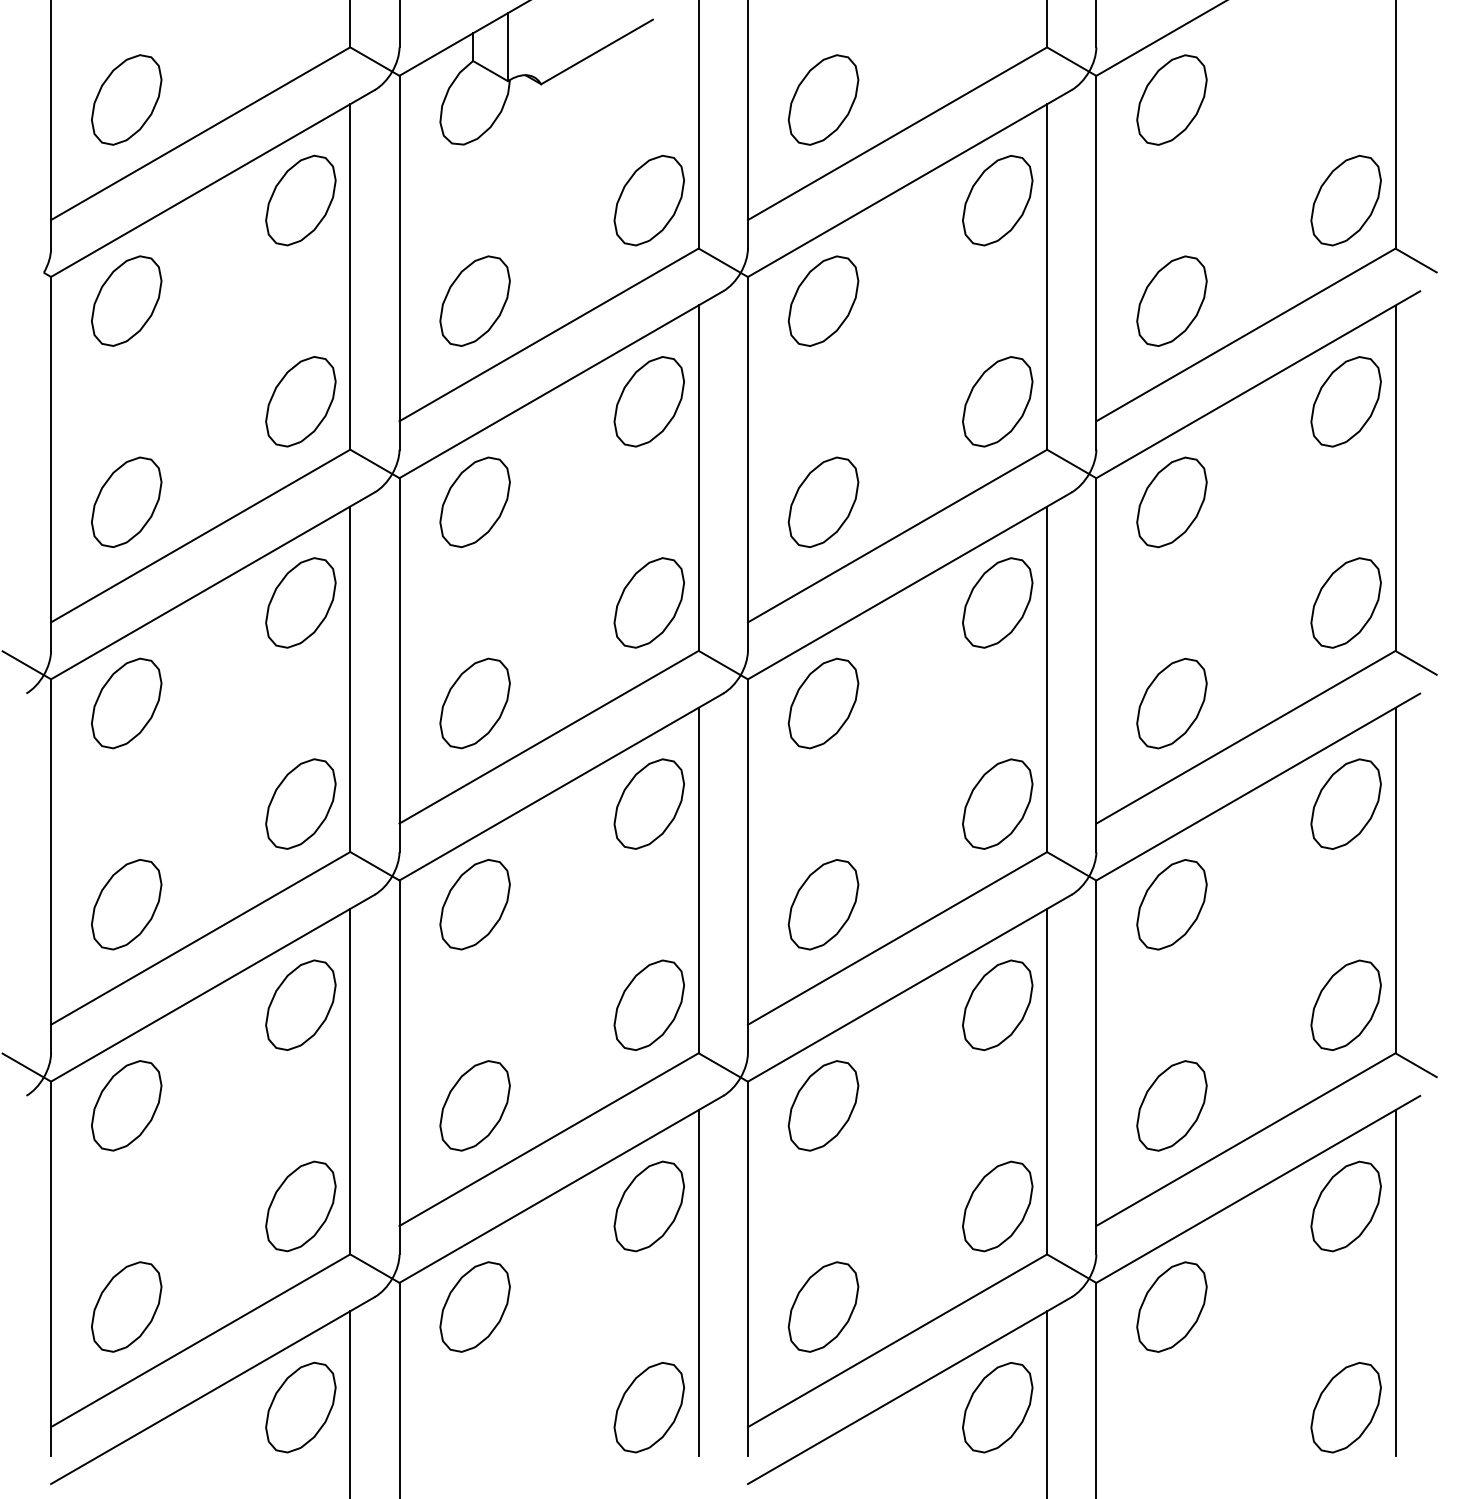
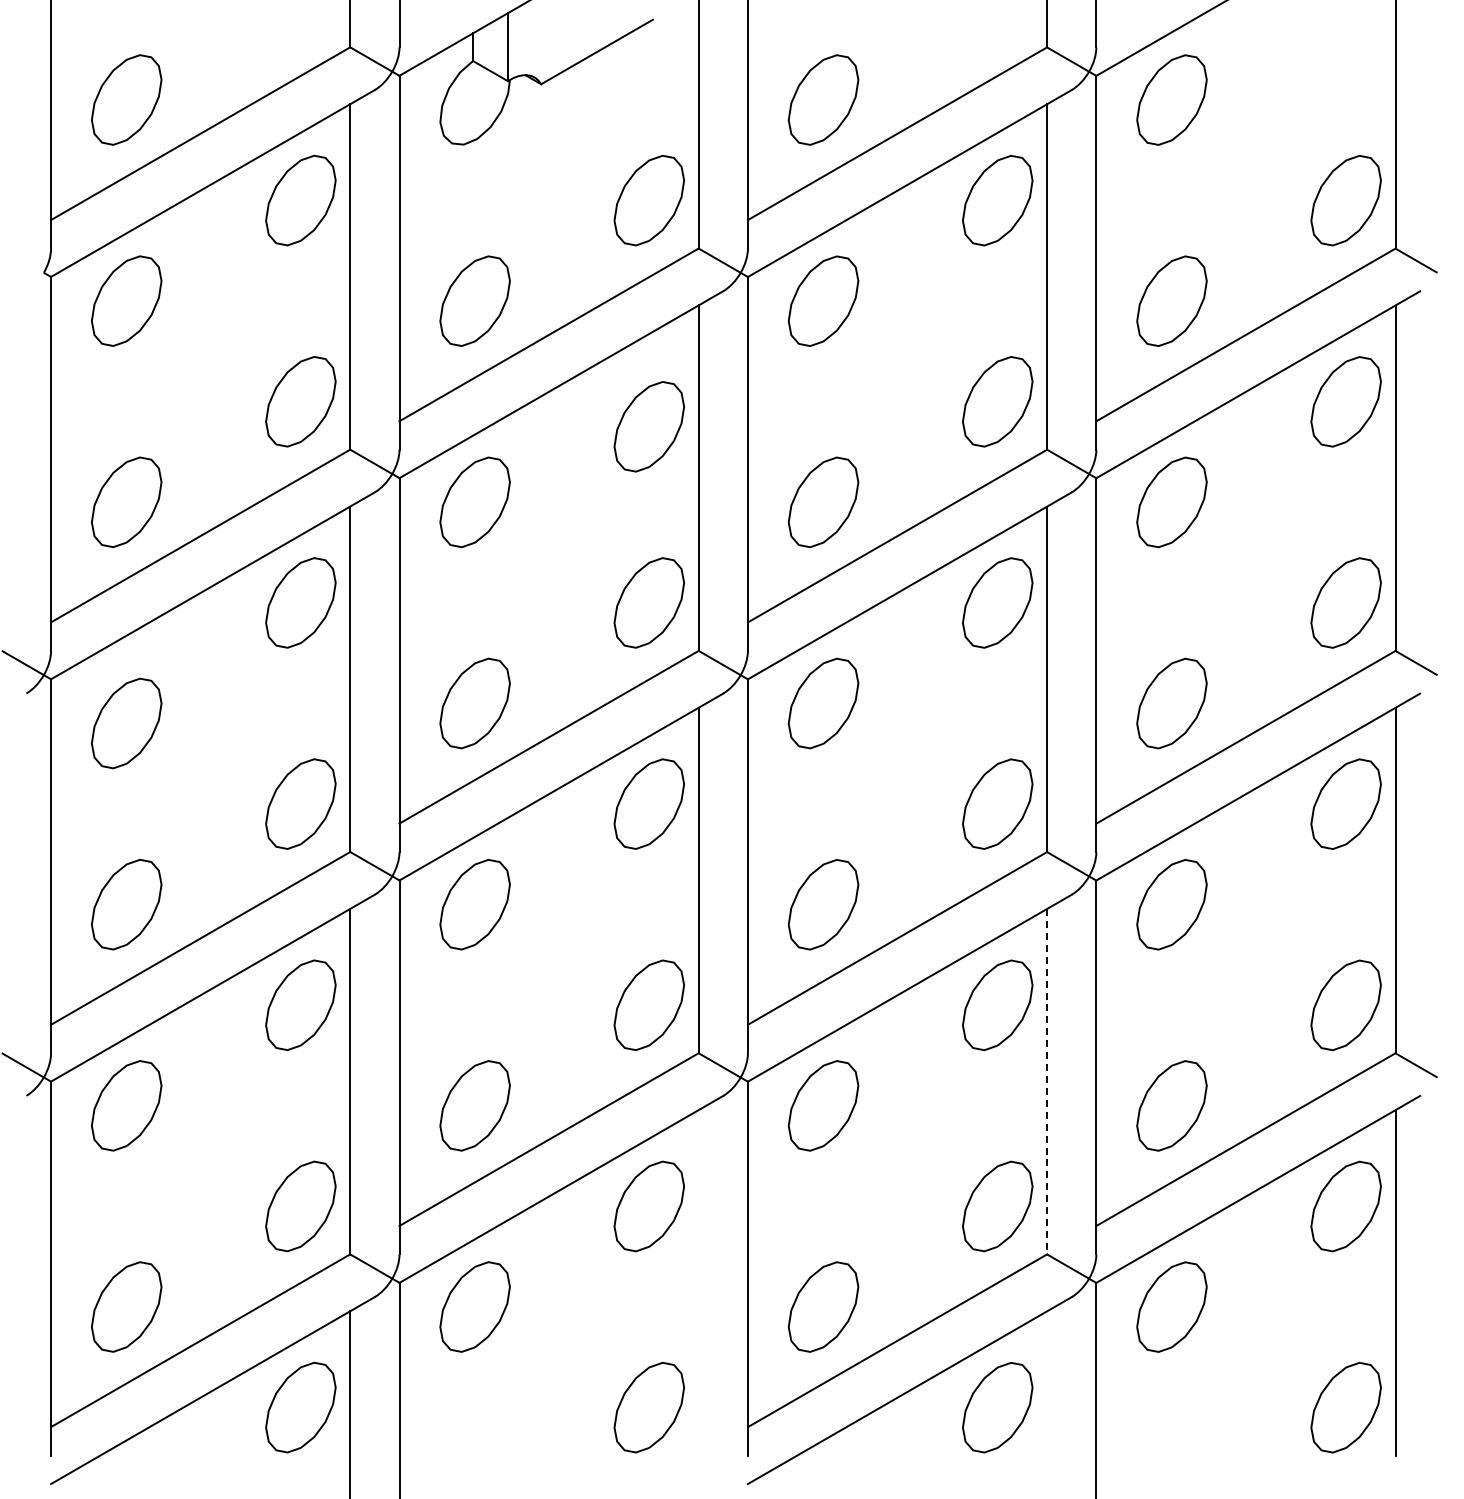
part at (648, 401) position: (648, 401) -> (648, 426)
part at (126, 703) position: (126, 703) -> (126, 723)
line at (1047, 1081): solid -> dashed
line at (698, 1282): present -> none
line at (1047, 1403): present -> none
